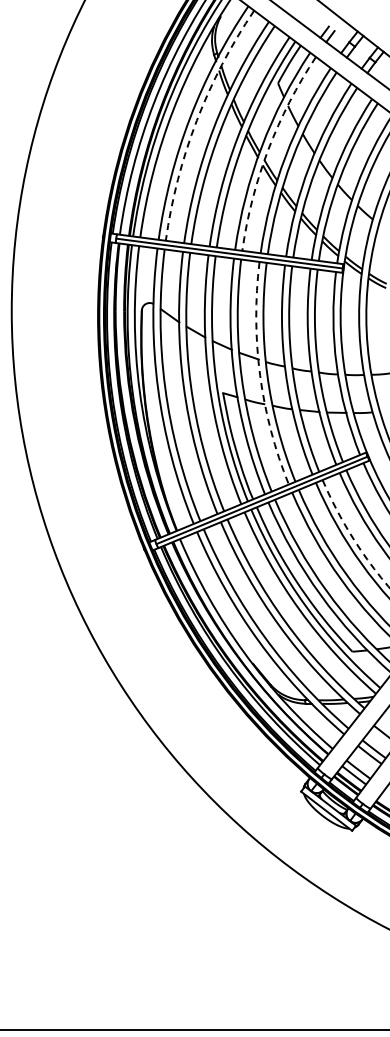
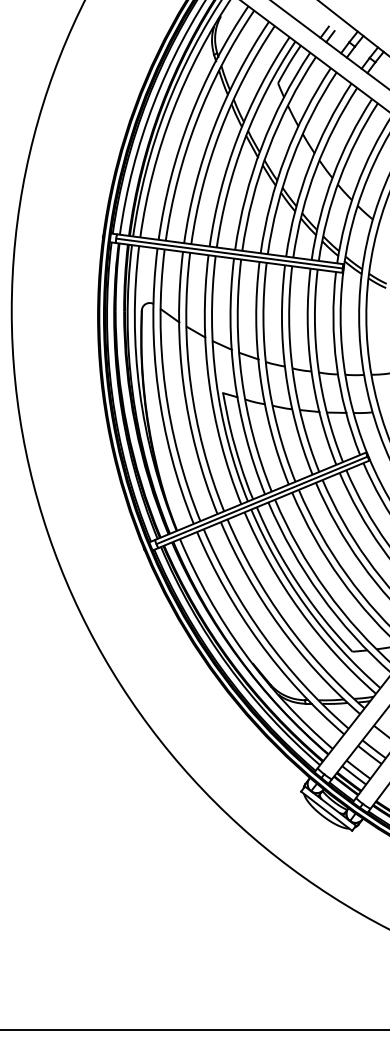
arc at (196, 120): dashed -> solid
arc at (268, 149): dashed -> solid
arc at (260, 375): dashed -> solid
arc at (352, 537): dashed -> solid
